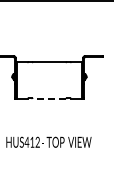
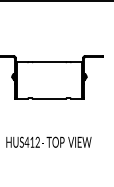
line at (49, 99): dashed -> solid
